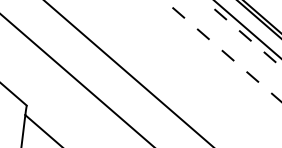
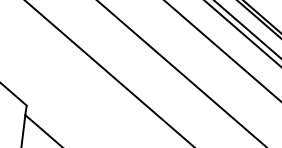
line at (242, 33): dashed -> solid
line at (222, 51): dashed -> solid
line at (128, 73) position: (128, 73) -> (181, 73)
line at (76, 79) position: (76, 79) -> (109, 73)
